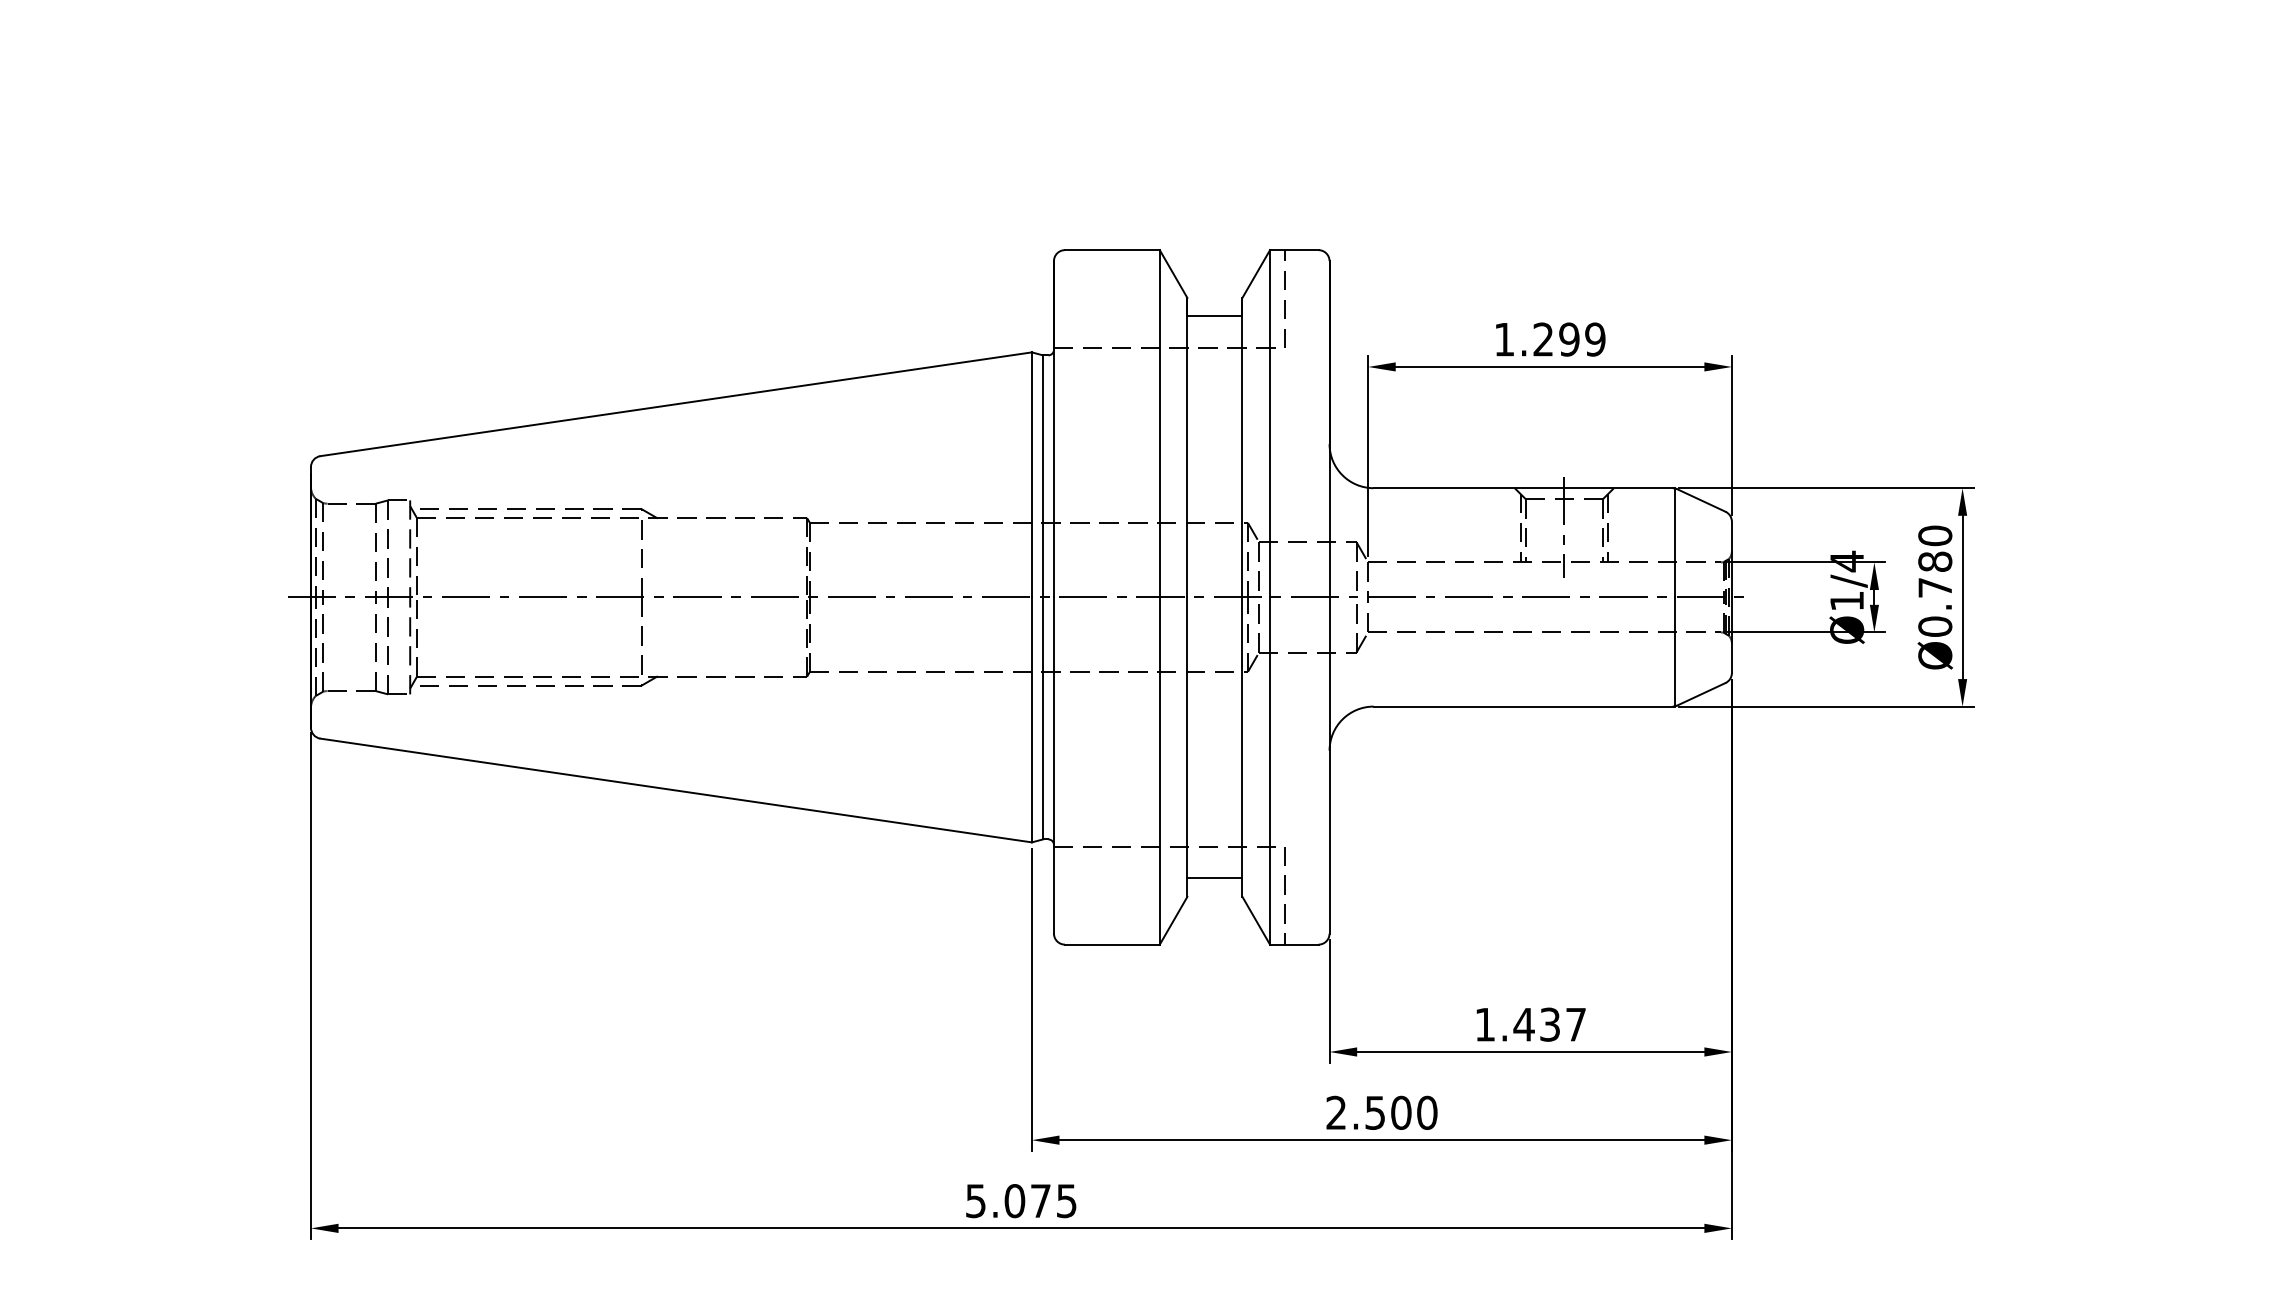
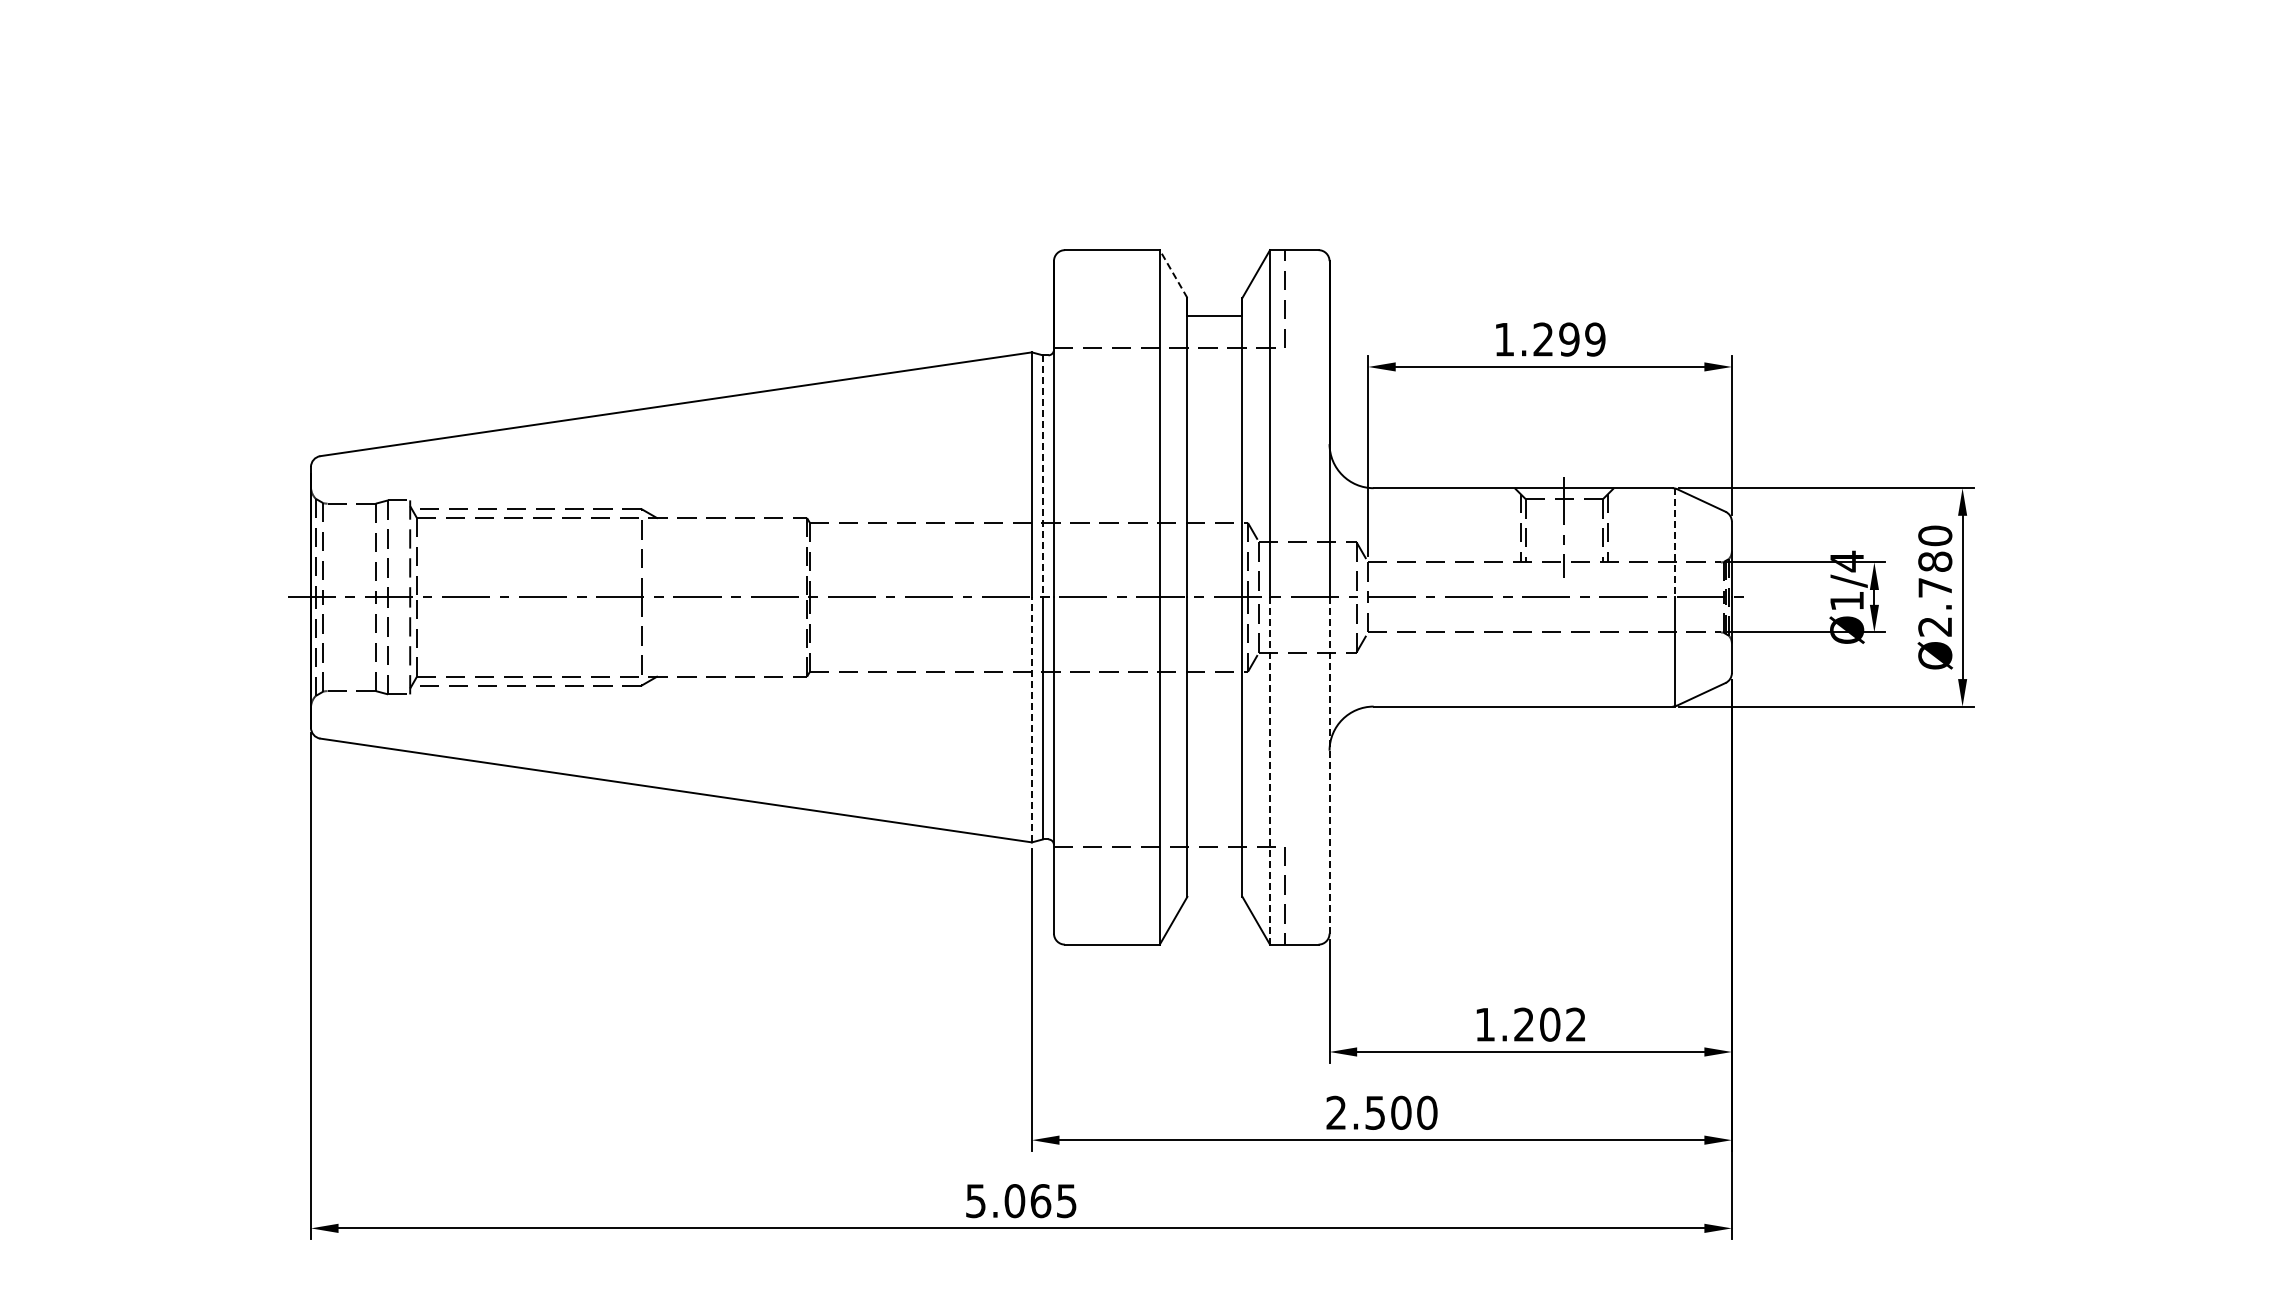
line at (1173, 274): solid -> dashed
line at (1042, 476): solid -> dashed
line at (1675, 542): solid -> dashed
text at (1935, 626): Ø0.780 -> Ø2.780
line at (1031, 719): solid -> dashed
line at (1329, 765): solid -> dashed
line at (1270, 771): solid -> dashed
line at (1214, 878): present -> none
text at (1549, 1024): 1.437 -> 1.202
text at (1040, 1201): 5.075 -> 5.065
